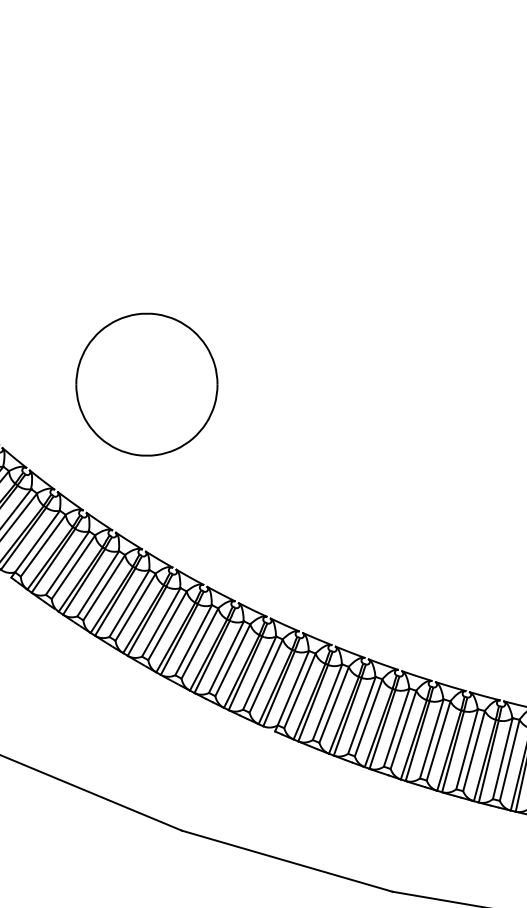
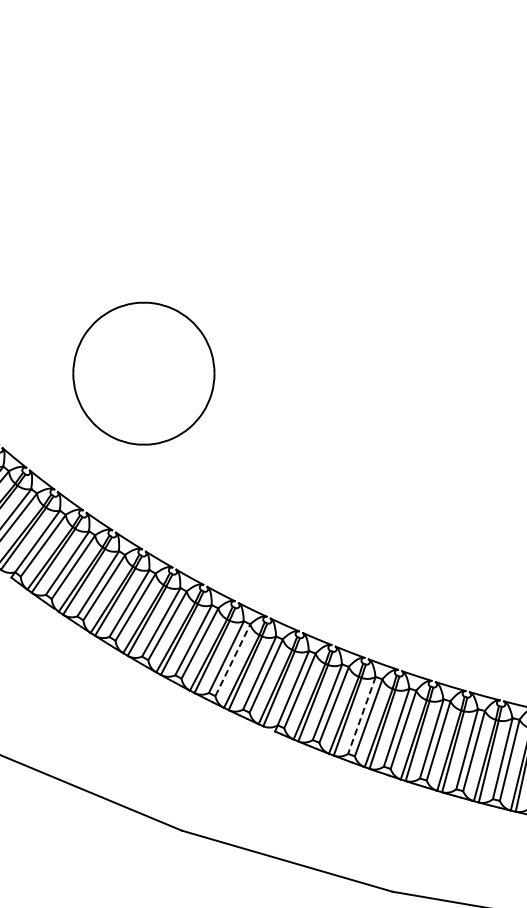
part at (146, 384) position: (146, 384) -> (143, 373)
line at (232, 660): solid -> dashed
line at (361, 715): solid -> dashed
